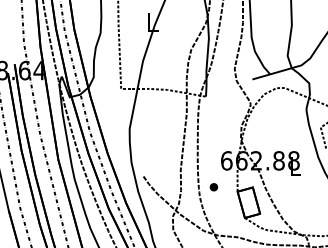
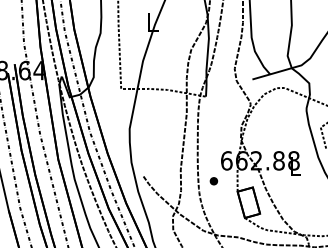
part at (213, 187) position: (213, 187) -> (213, 181)
